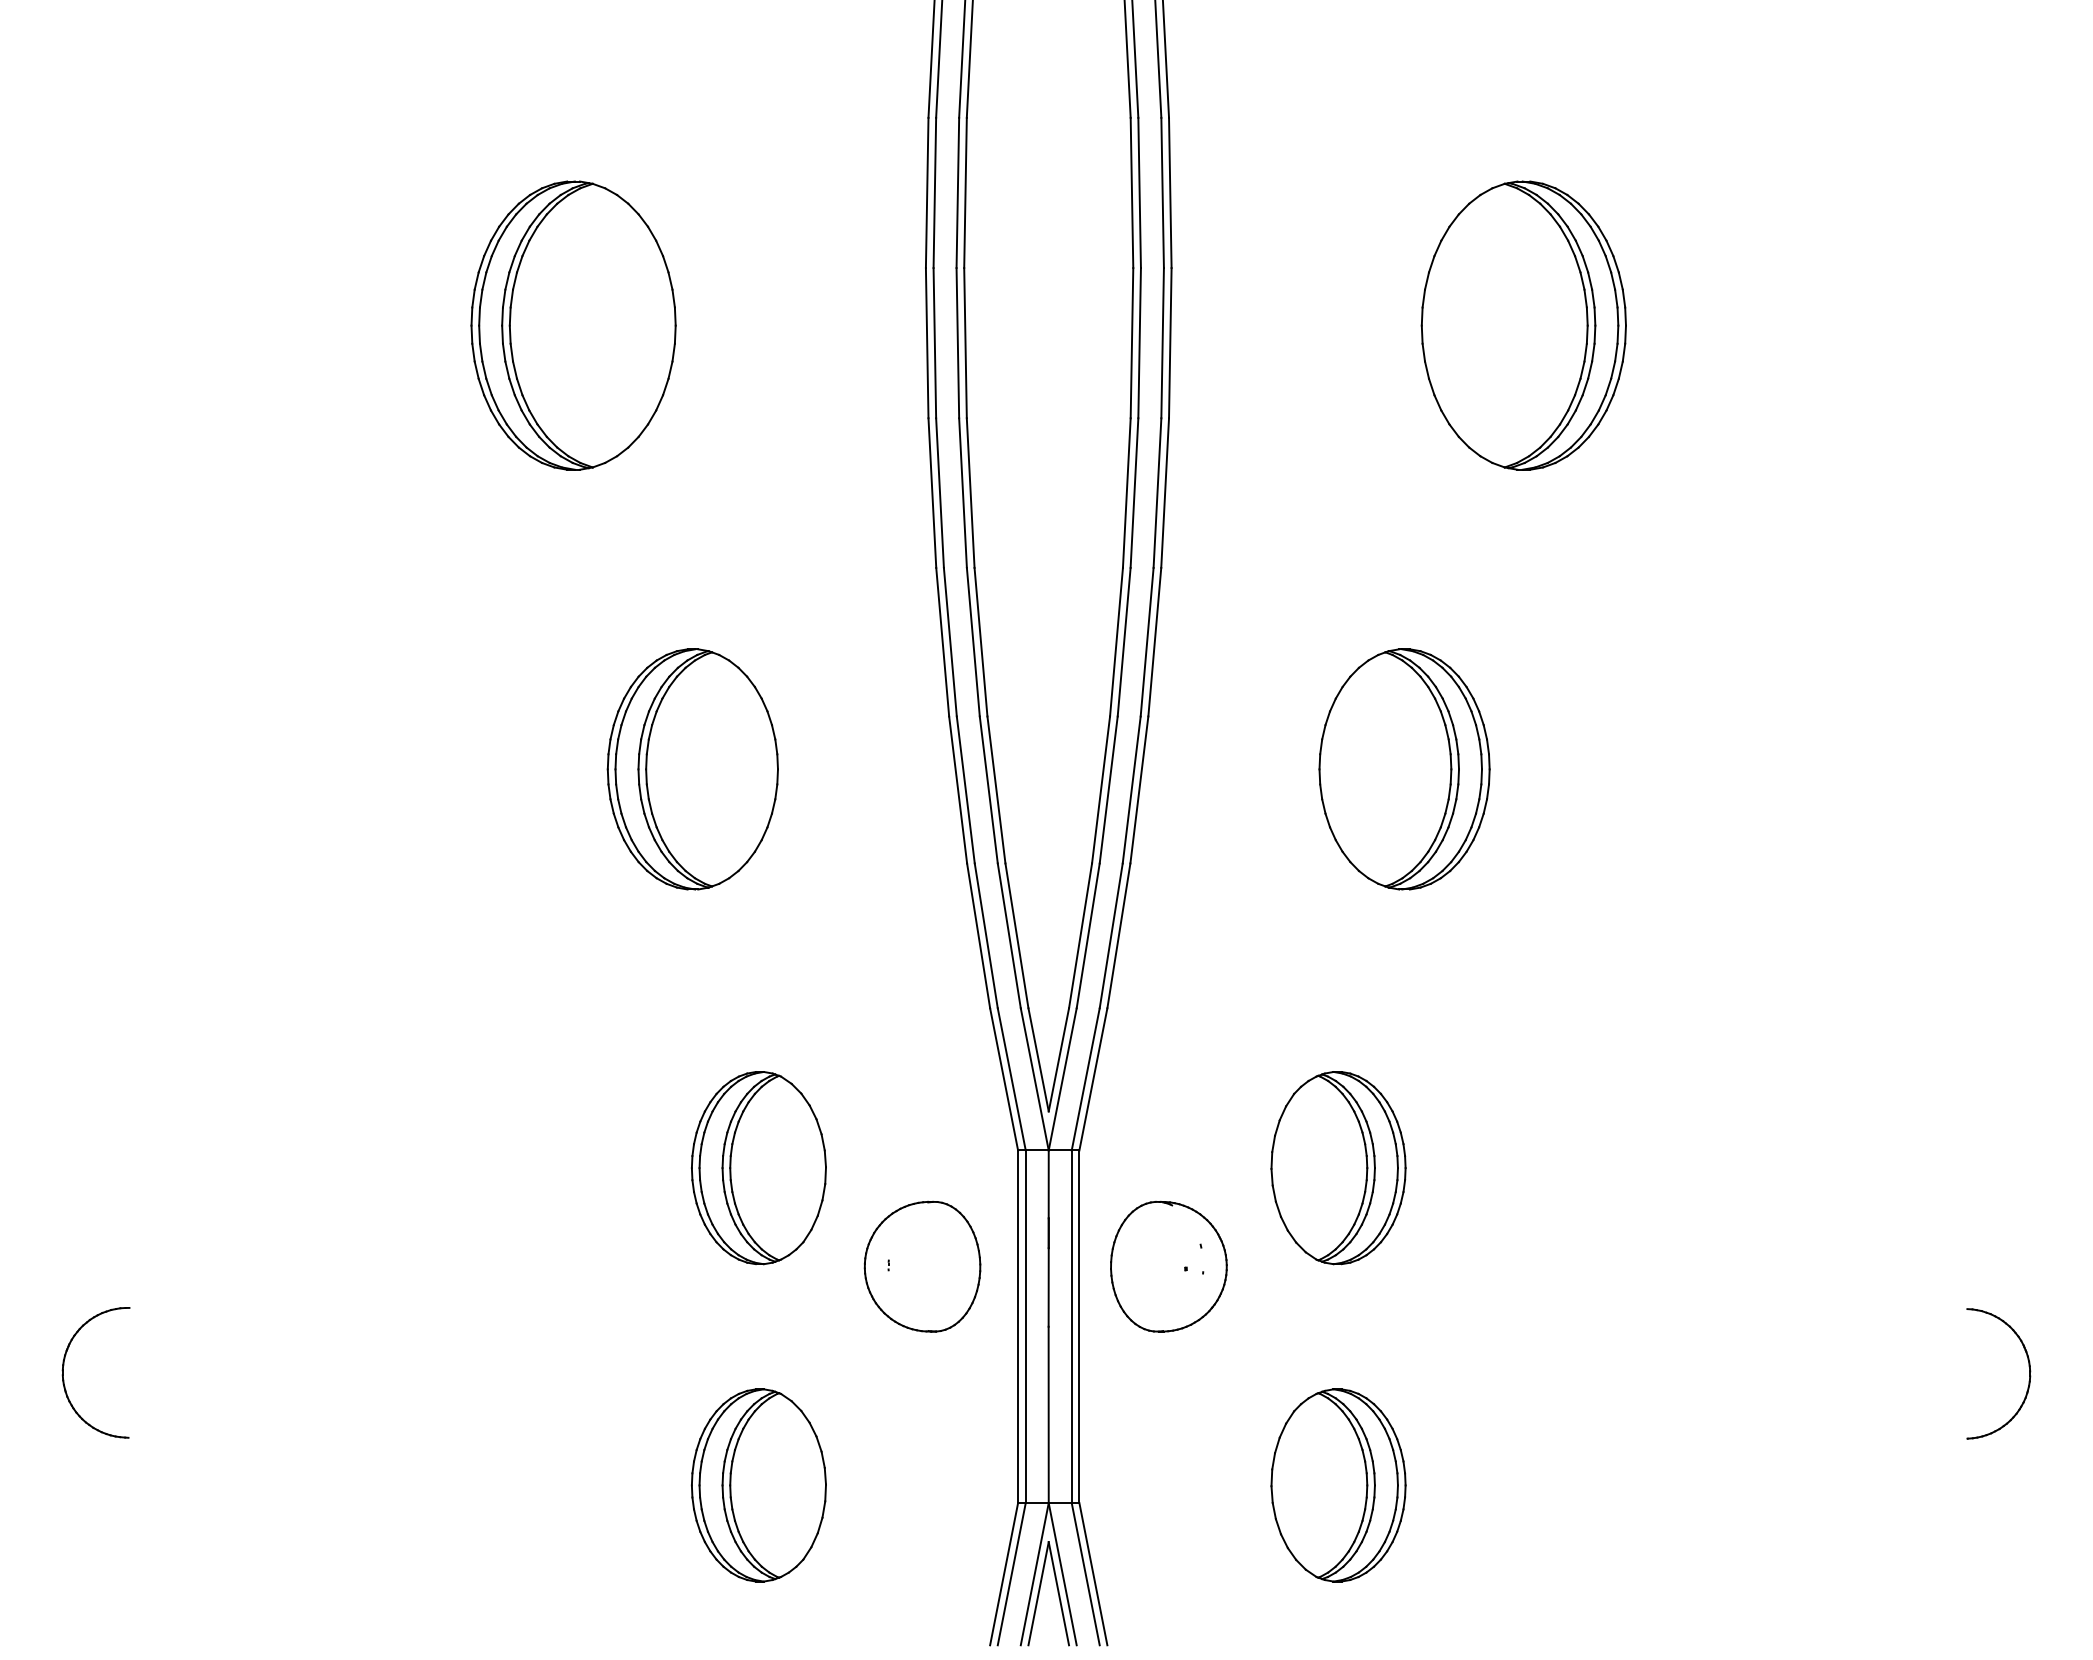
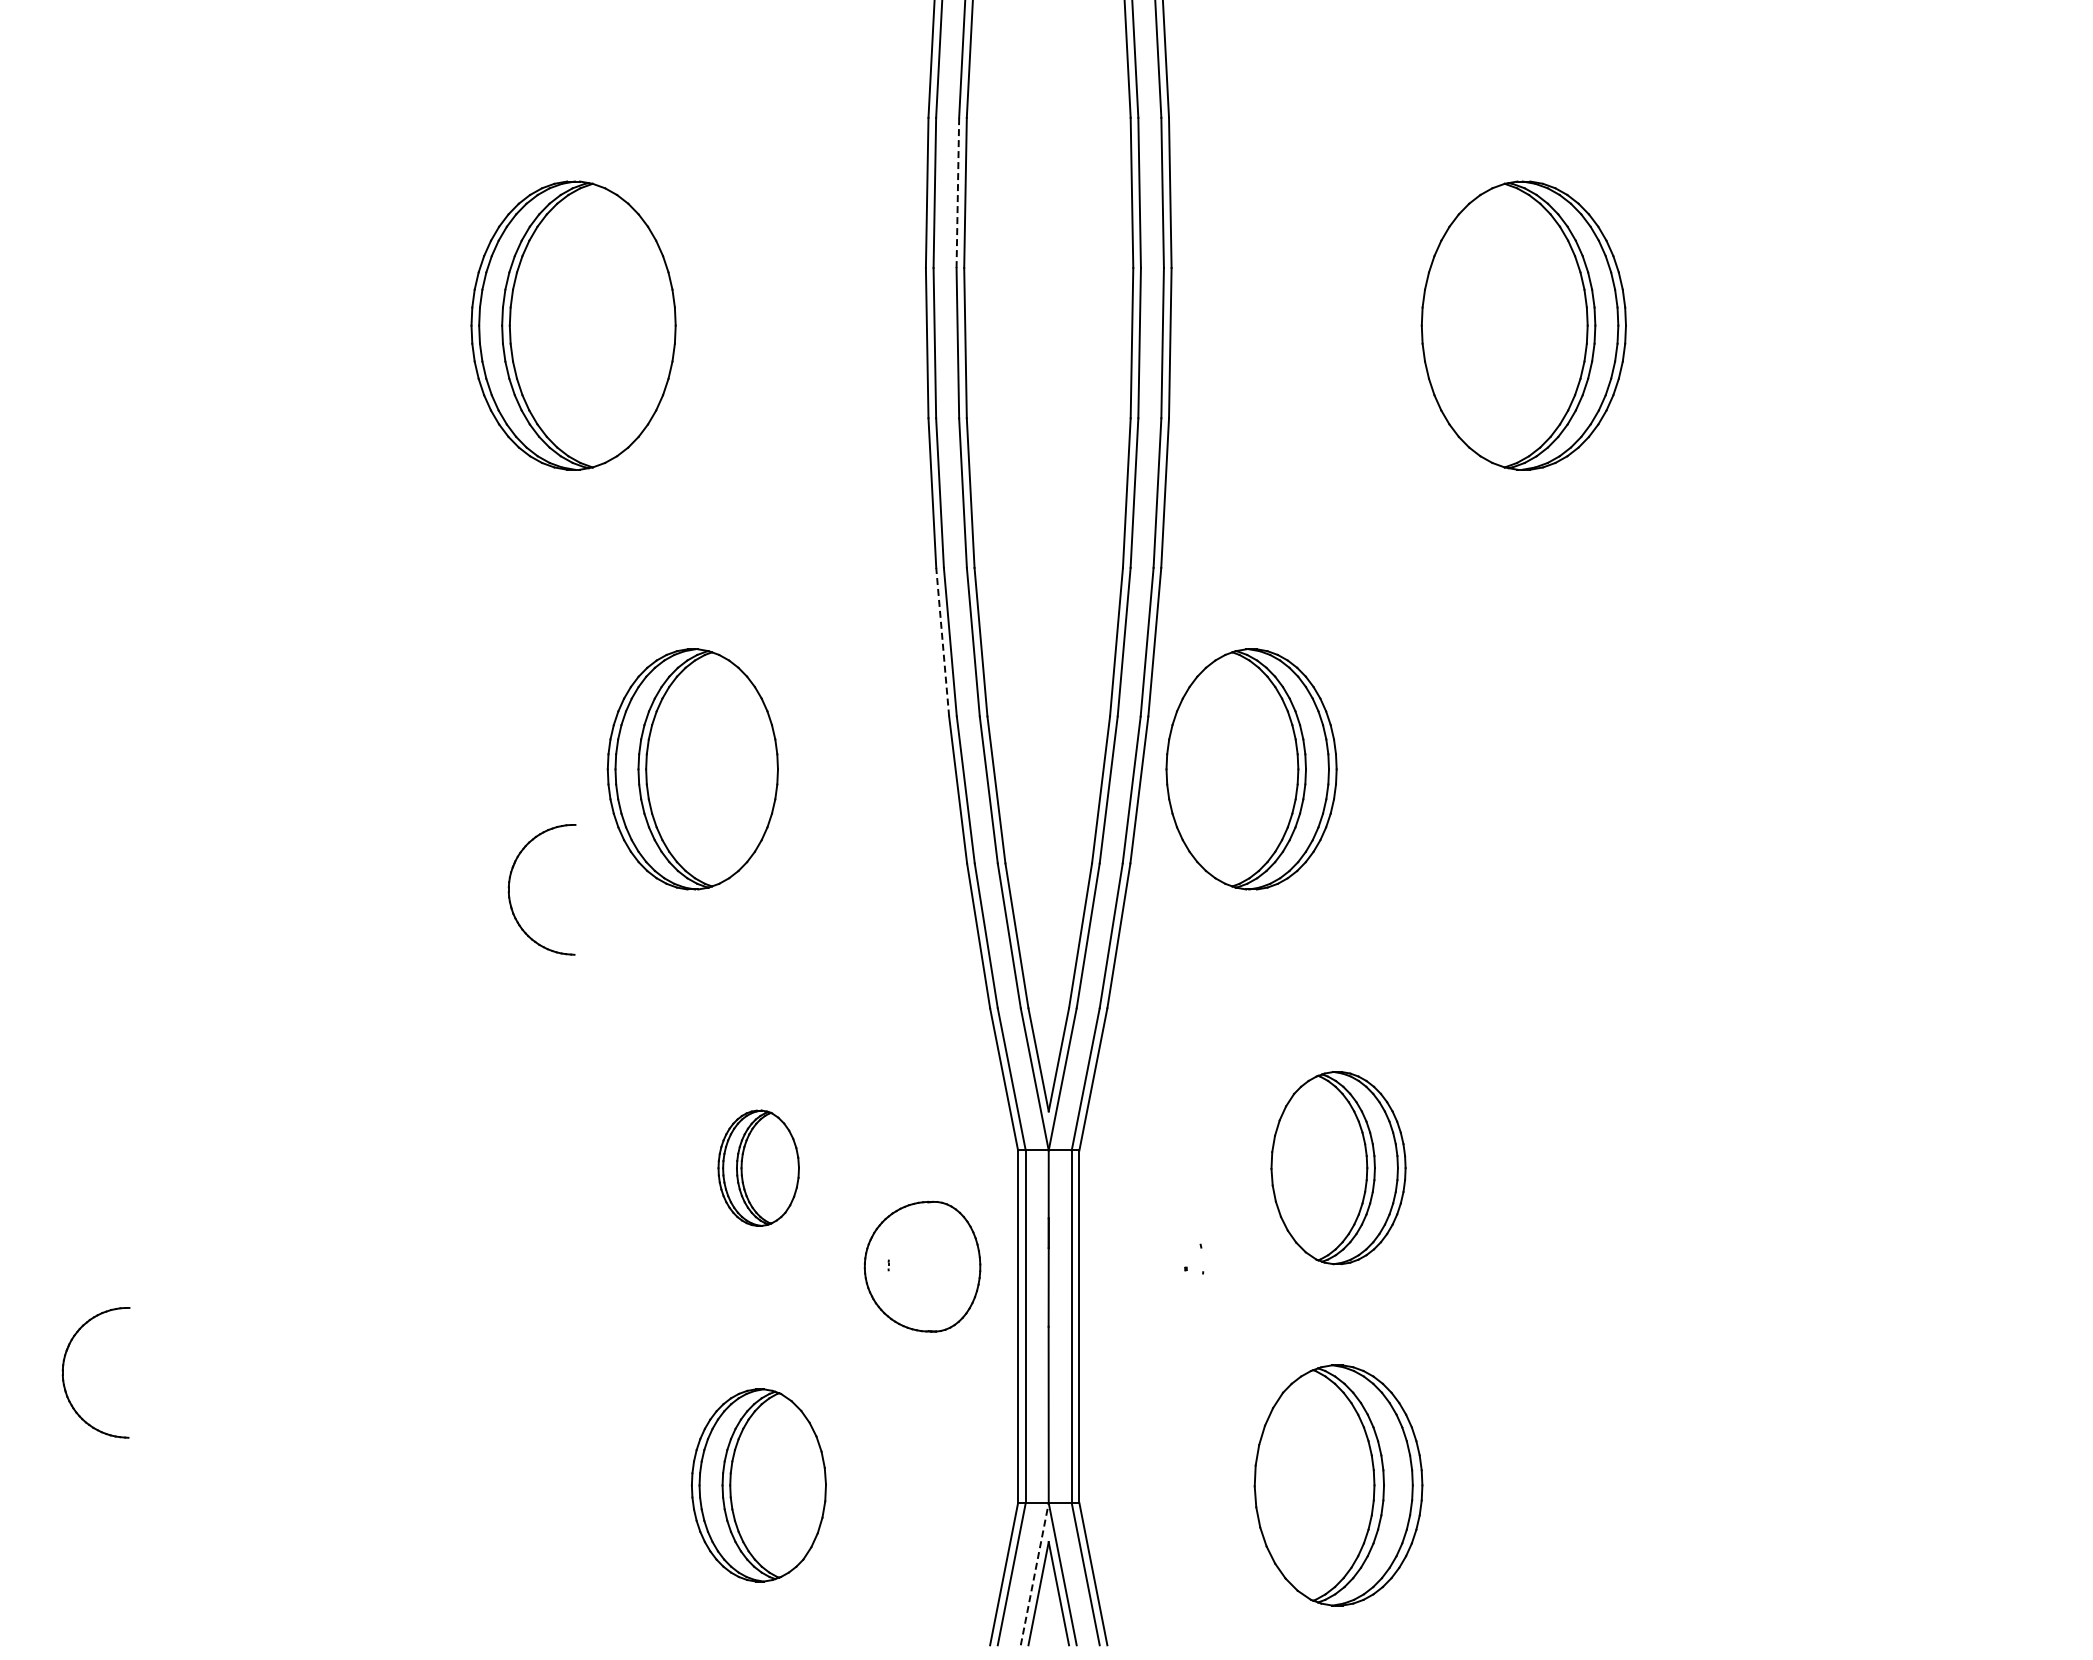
line at (957, 192): solid -> dashed
line at (942, 642): solid -> dashed
part at (1404, 769) position: (1404, 769) -> (1251, 769)
part at (510, 882): none -> present
part at (758, 1168) size: 137x195 px -> 83x118 px
part at (1168, 1266): present -> none
part at (2028, 1366): present -> none
part at (1338, 1485) size: 137x195 px -> 171x243 px
line at (1034, 1573): solid -> dashed
